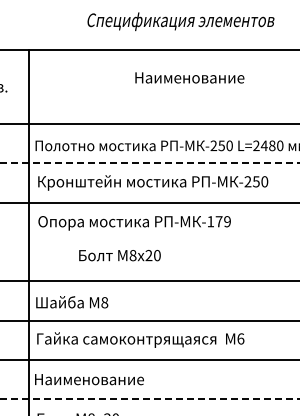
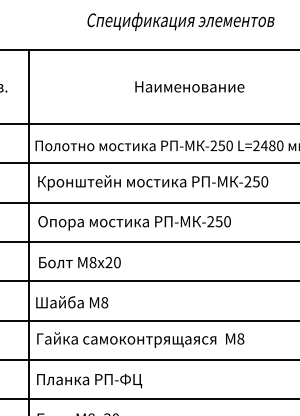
text at (189, 77) position: (189, 77) -> (189, 86)
line at (150, 163): dashed -> solid
text at (218, 221): -179 -> -250
line at (149, 241): none -> present
text at (119, 255) position: (119, 255) -> (79, 262)
text at (240, 338): 6 -> 8
text at (89, 380): Наименование -> Планка РП-ФЦ
line at (150, 399): dashed -> solid
